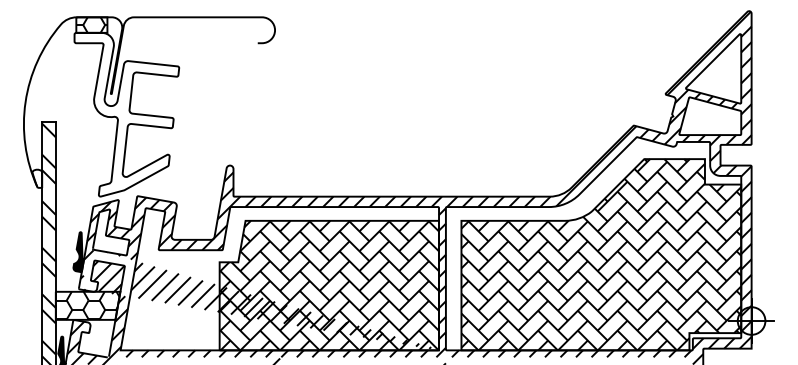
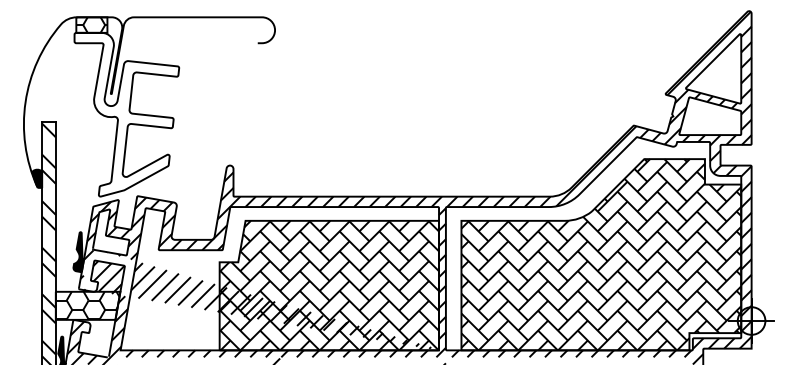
fill at (37, 178): none -> present
